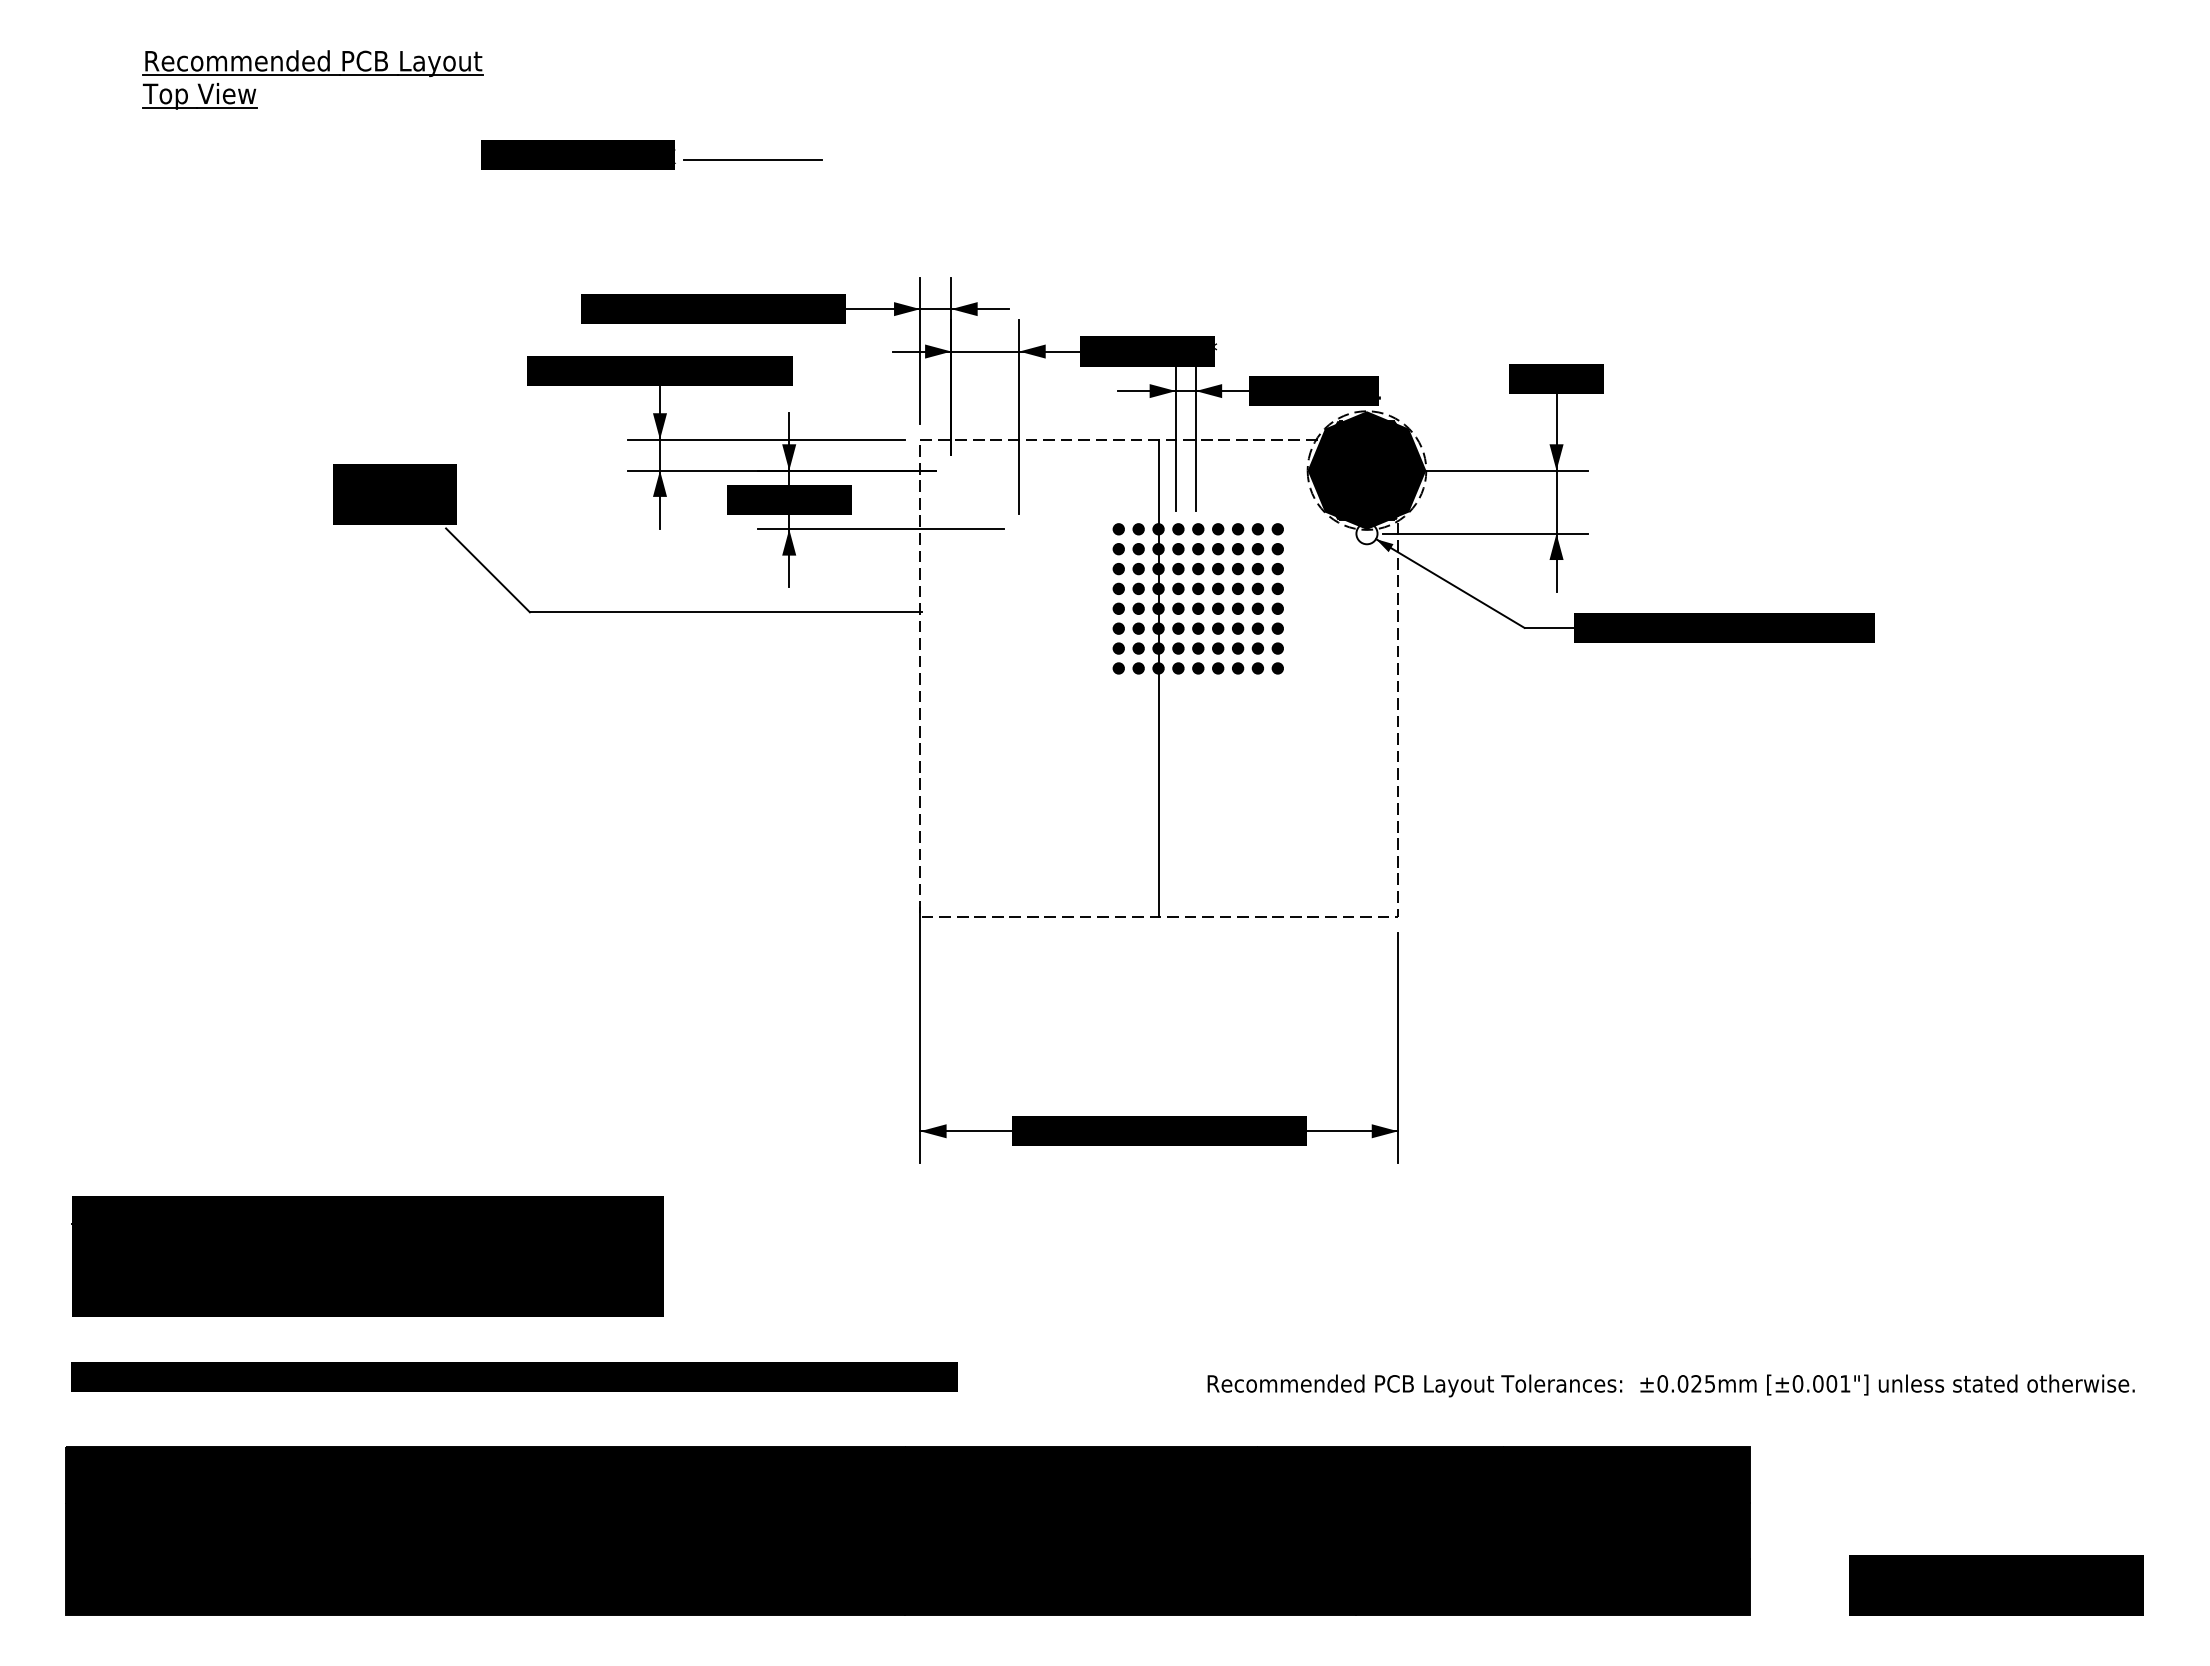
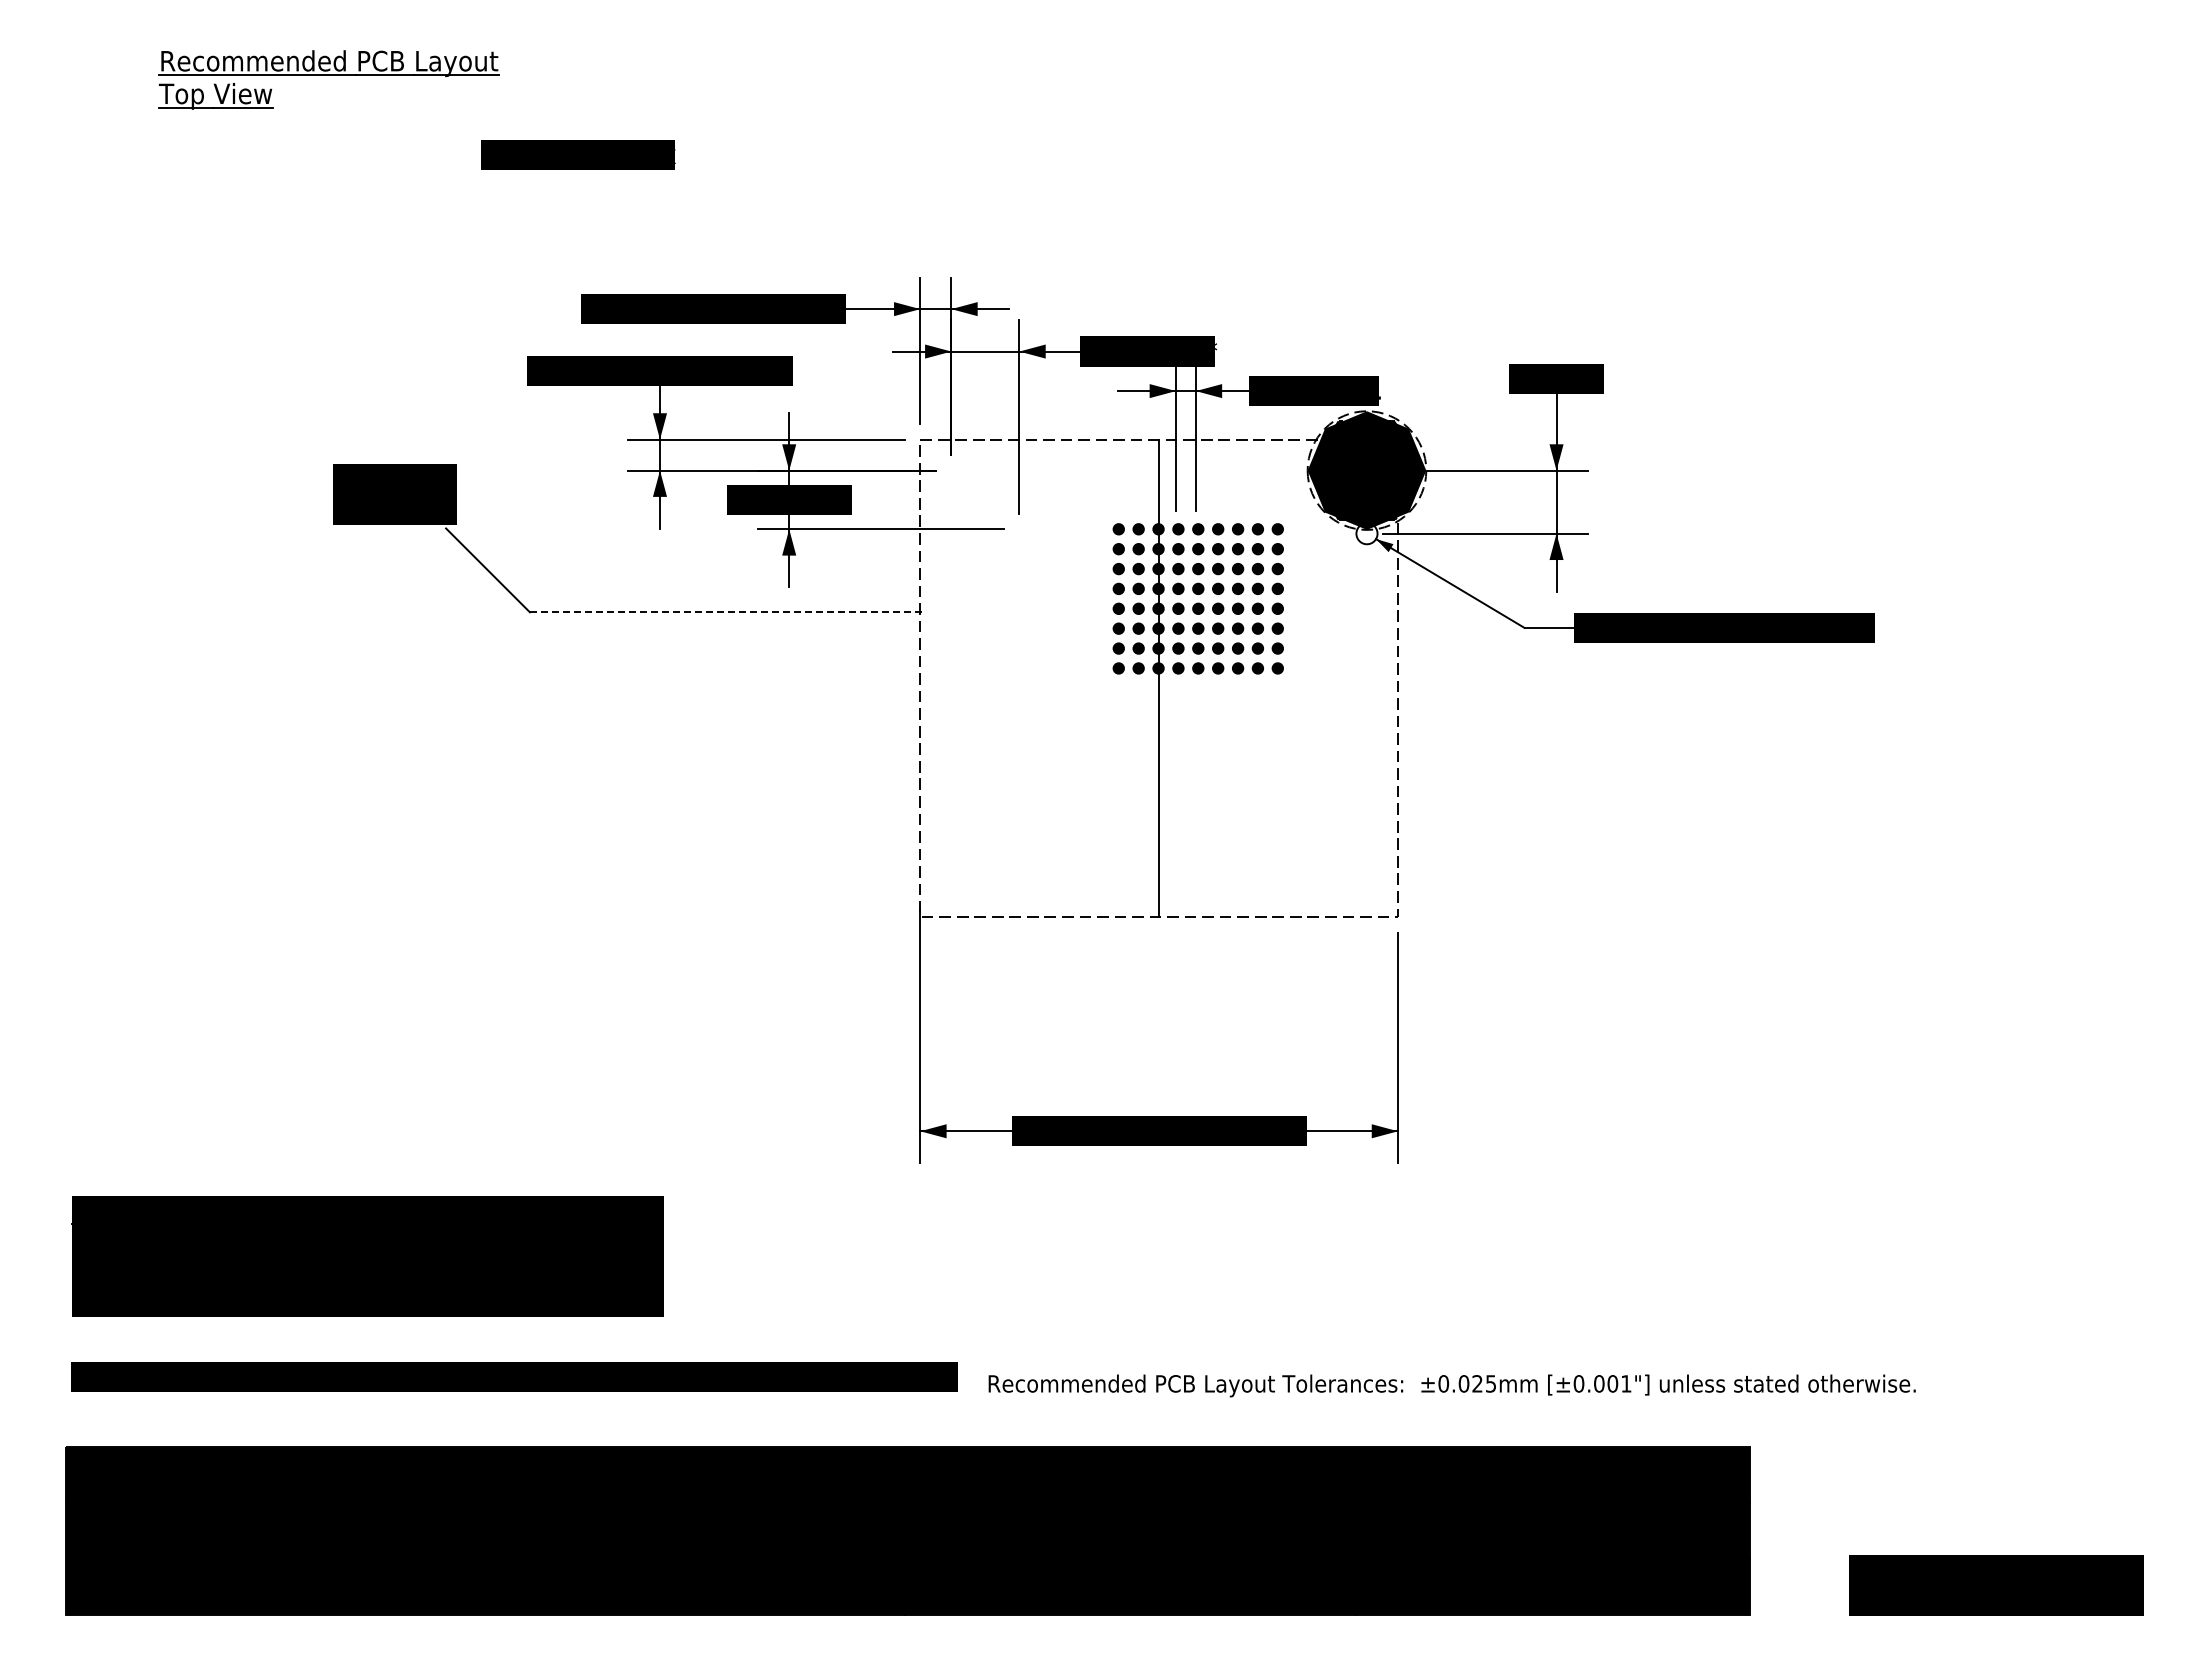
part at (312, 79) position: (312, 79) -> (328, 79)
line at (753, 160): present -> none
line at (726, 612): solid -> dashed
text at (1670, 1385) position: (1670, 1385) -> (1451, 1385)
